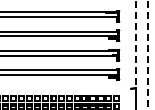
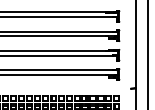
line at (135, 44): dashed -> solid
line at (147, 54): dashed -> solid
